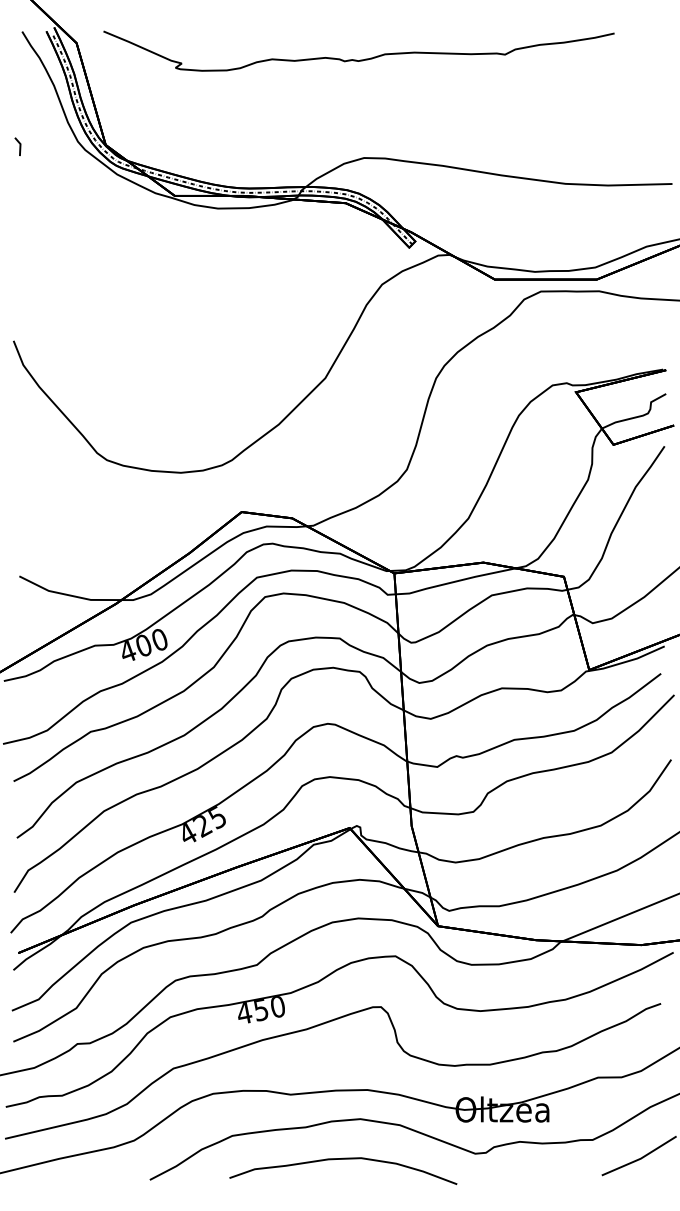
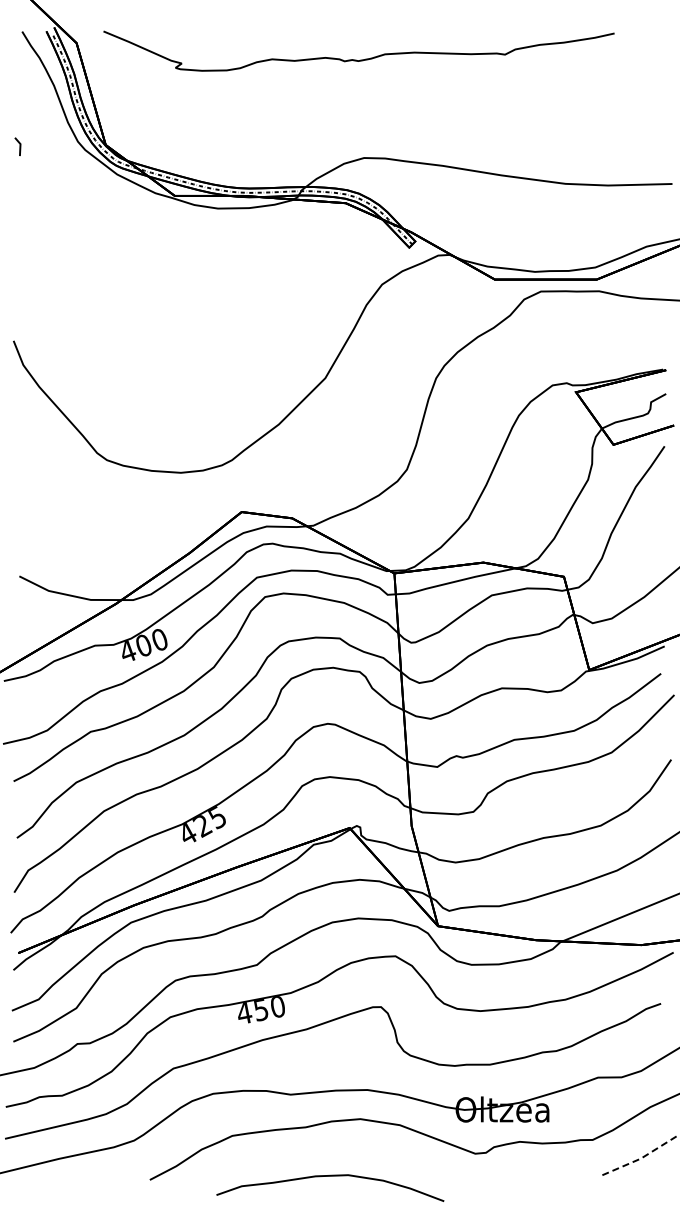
line at (640, 1158): solid -> dashed
curve at (343, 1159) position: (343, 1159) -> (330, 1176)
